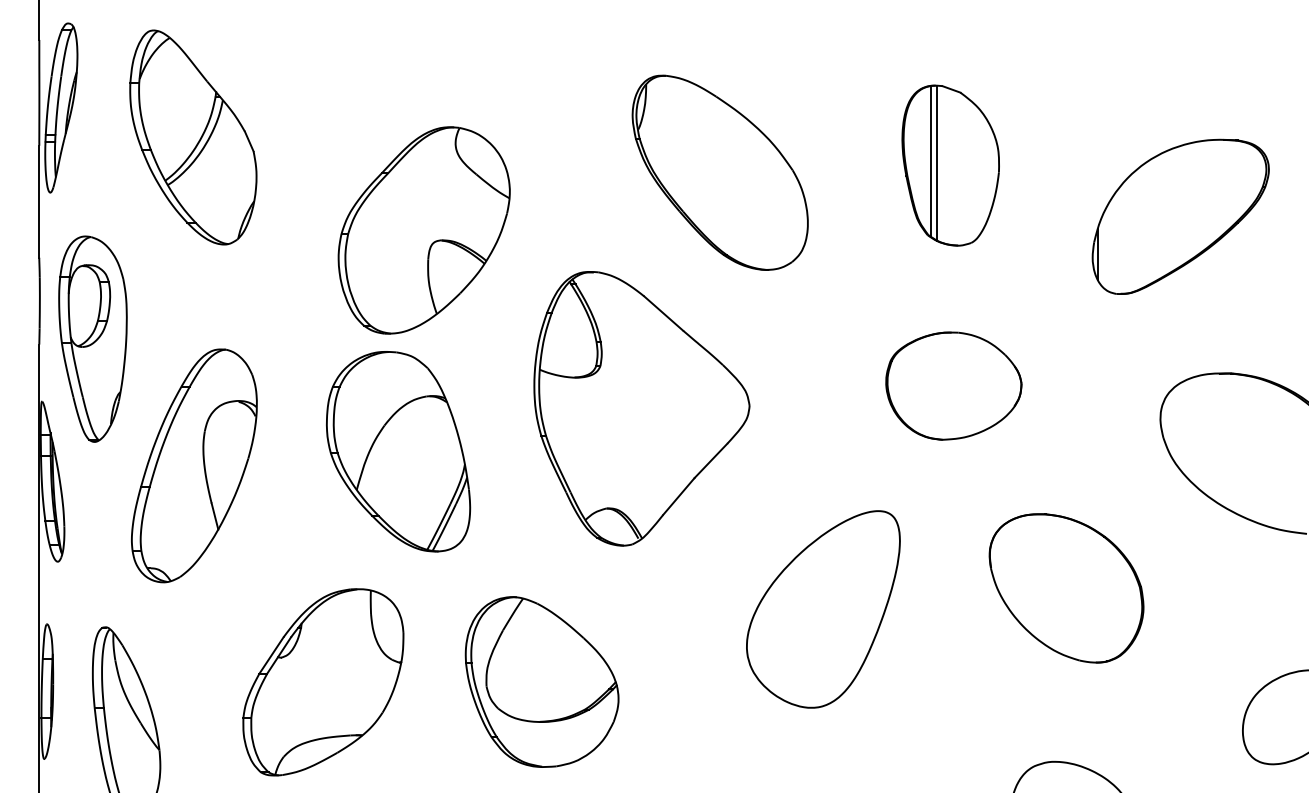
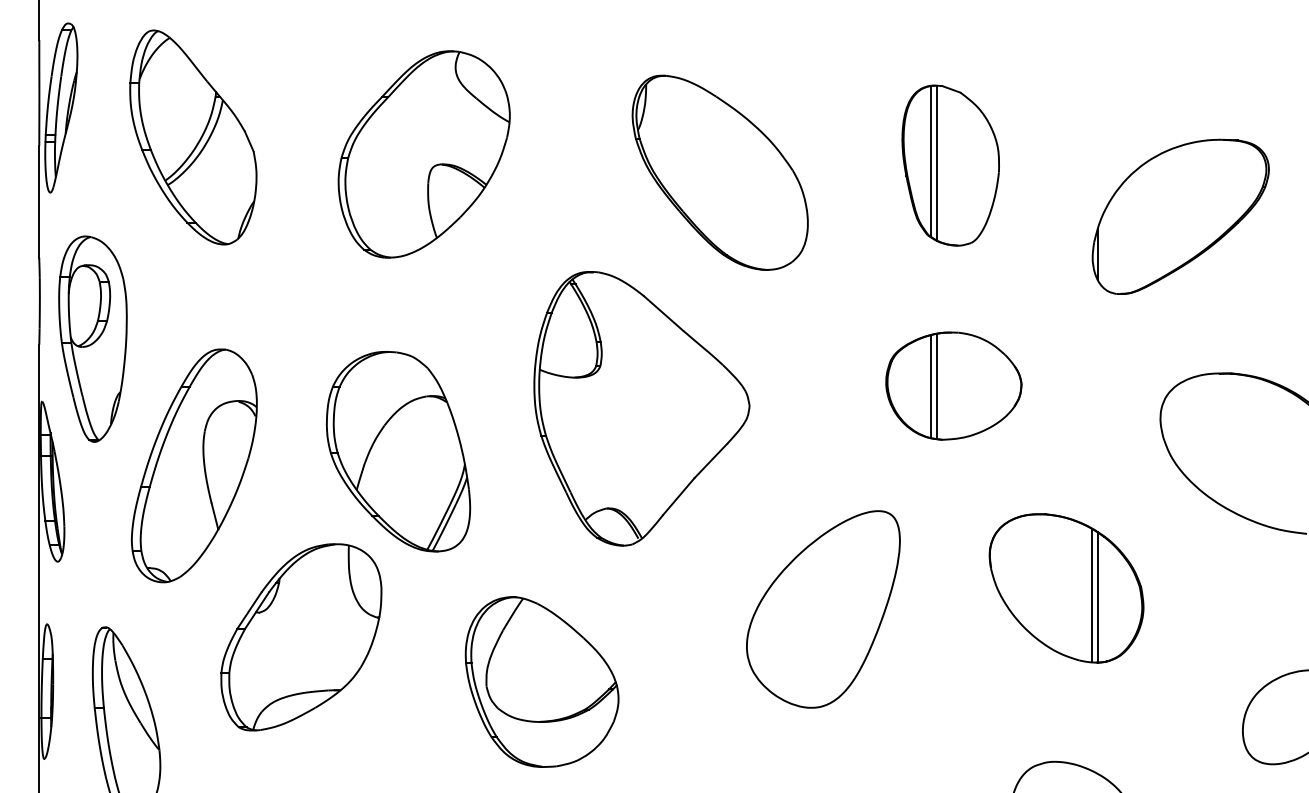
part at (423, 230) position: (423, 230) -> (423, 154)
line at (931, 386): none -> present
line at (937, 386): none -> present
line at (1091, 595): none -> present
line at (1097, 597): none -> present
part at (323, 682) position: (323, 682) -> (301, 637)
